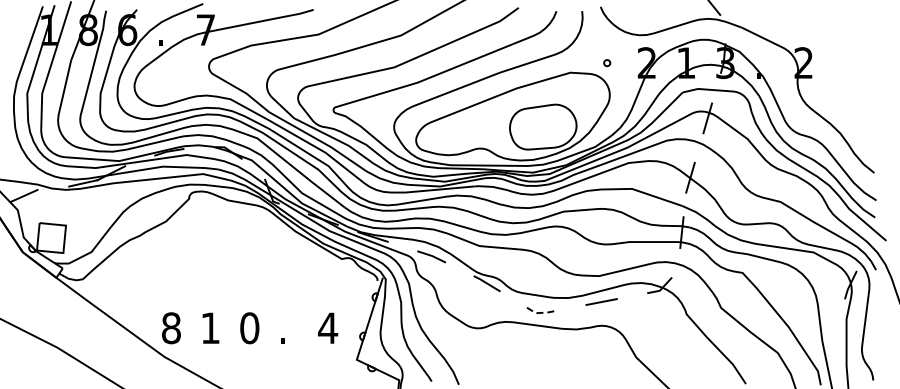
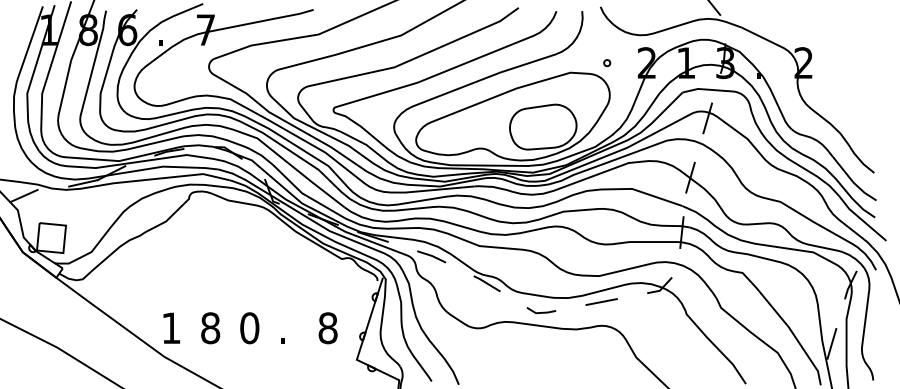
line at (540, 312): dashed -> solid
text at (171, 328): 8 -> 1
text at (210, 328): 1 -> 8
text at (328, 328): 4 -> 8
line at (831, 343): none -> present
